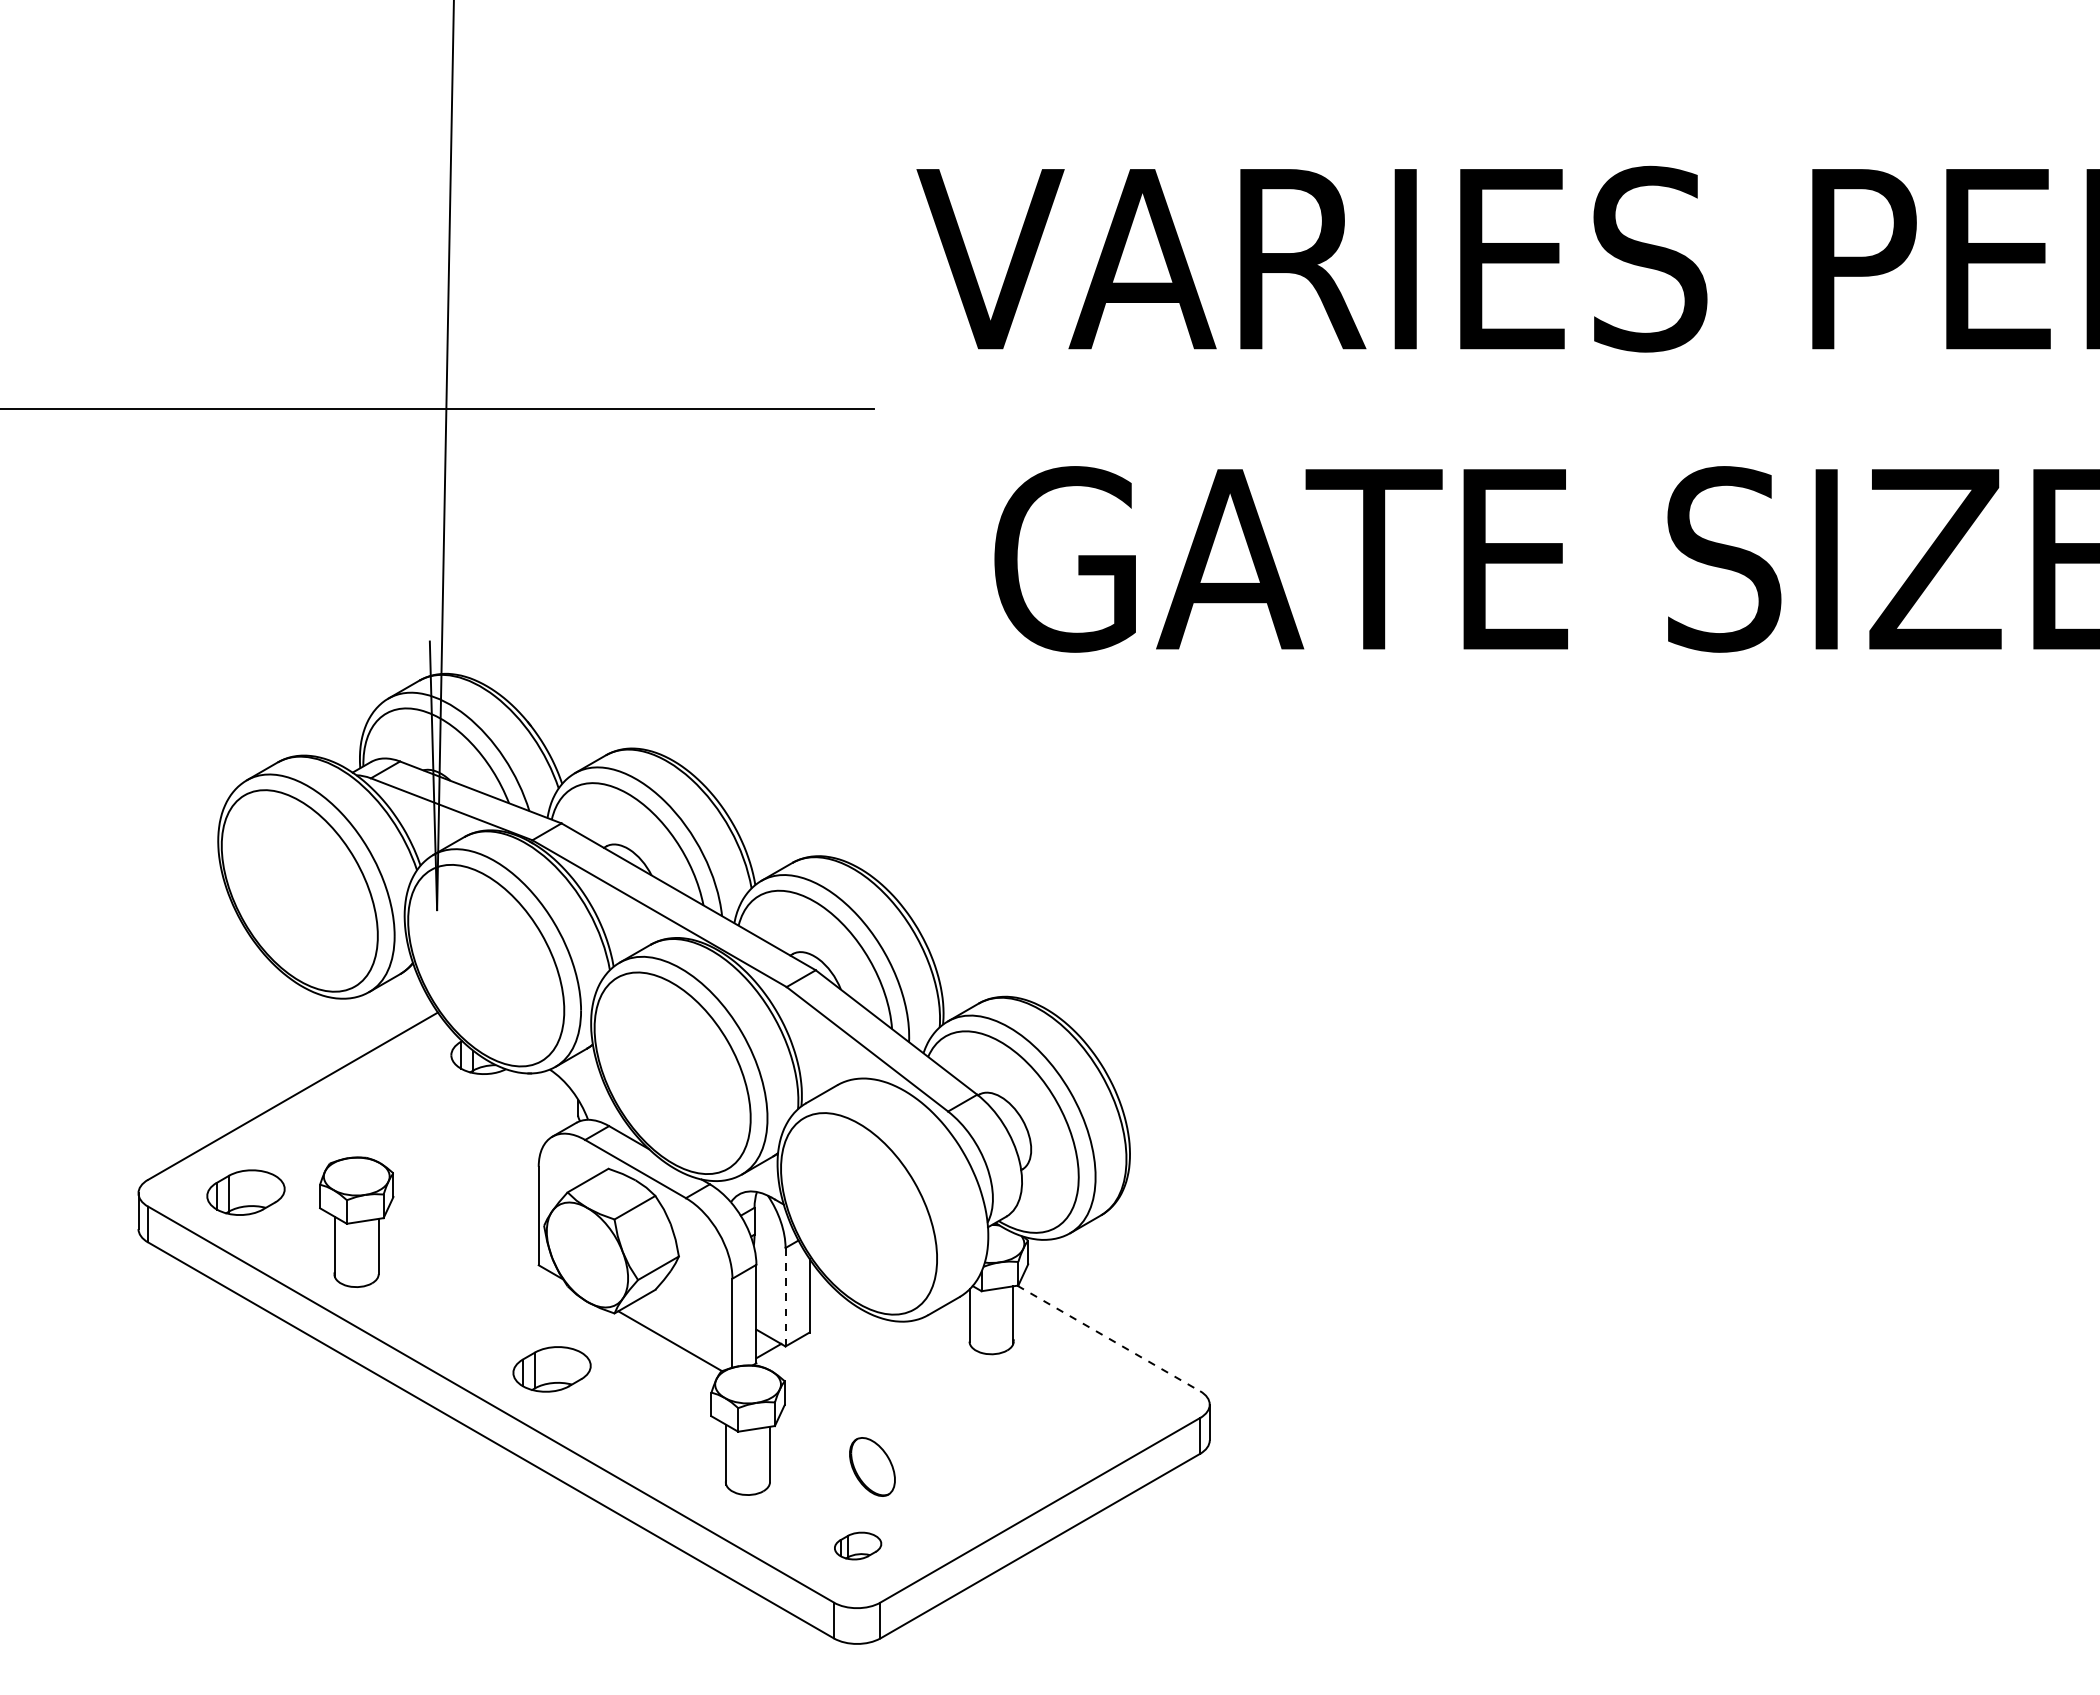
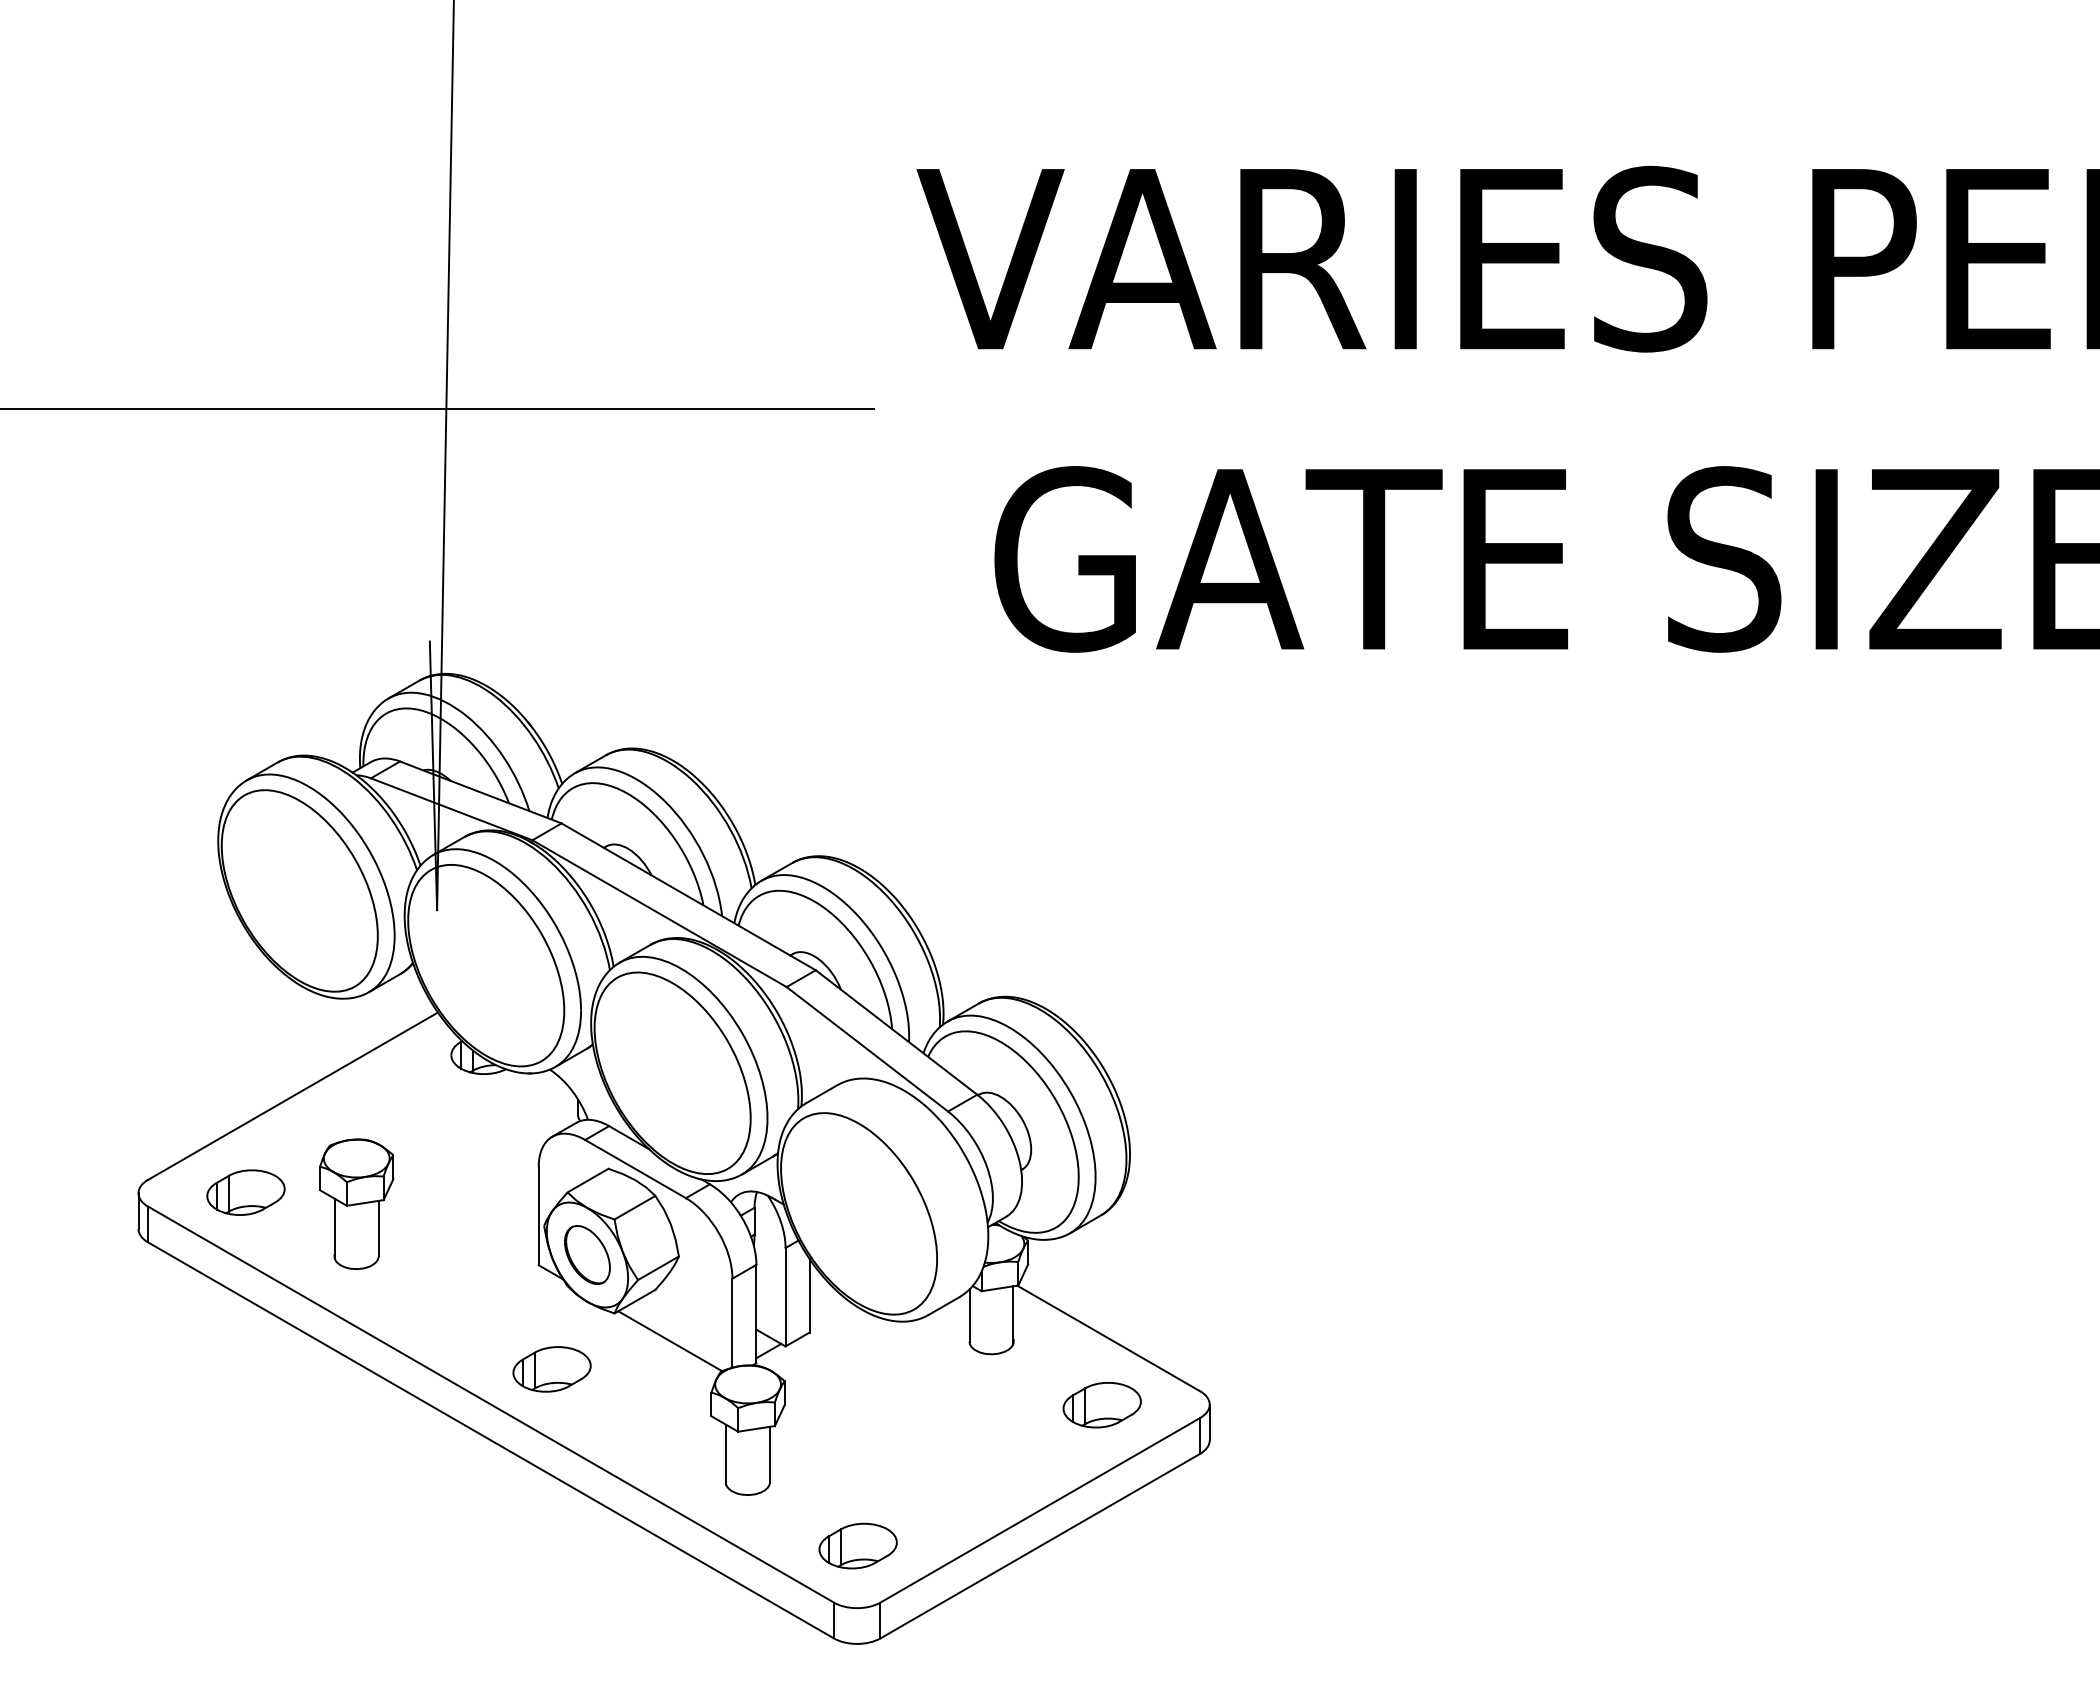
part at (356, 1221) position: (356, 1221) -> (356, 1203)
line at (785, 1297): dashed -> solid
line at (1108, 1338): dashed -> solid
part at (1101, 1405): none -> present
part at (872, 1466) position: (872, 1466) -> (587, 1254)
part at (858, 1545) size: 49x30 px -> 80x48 px
